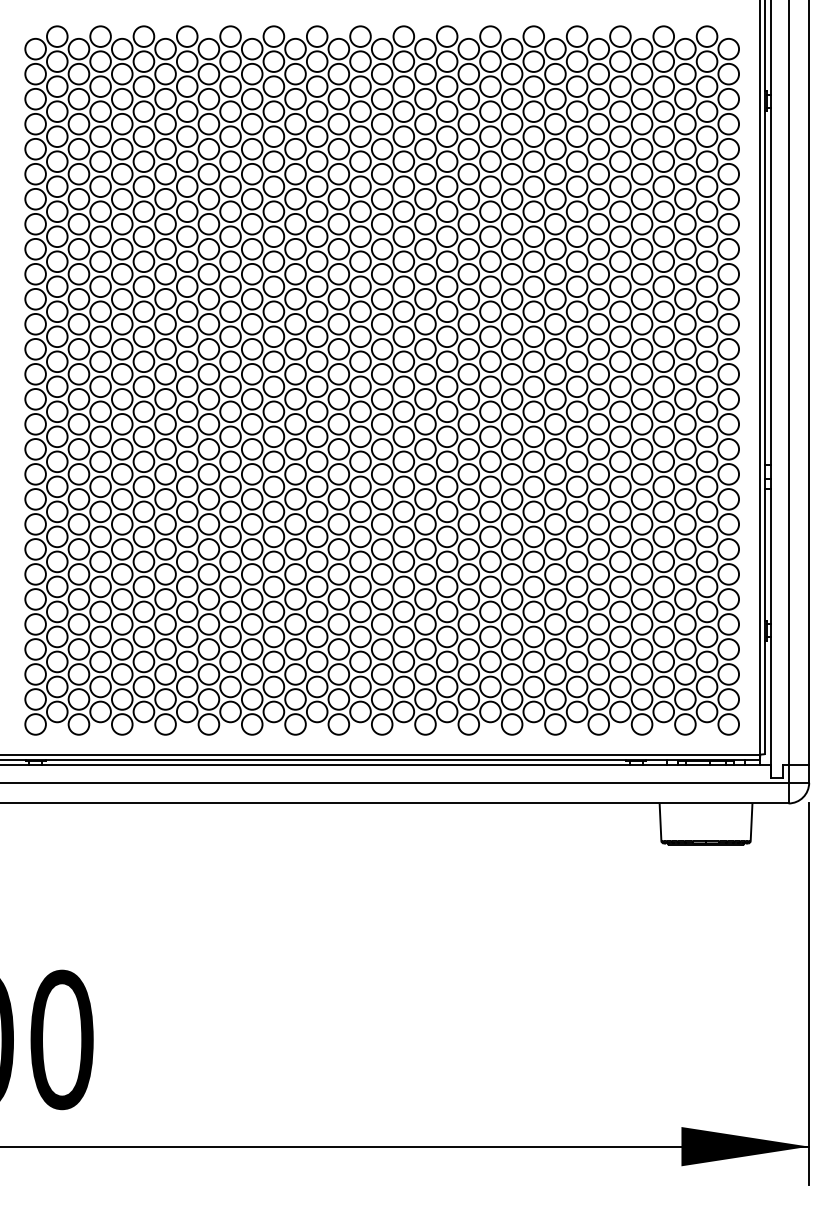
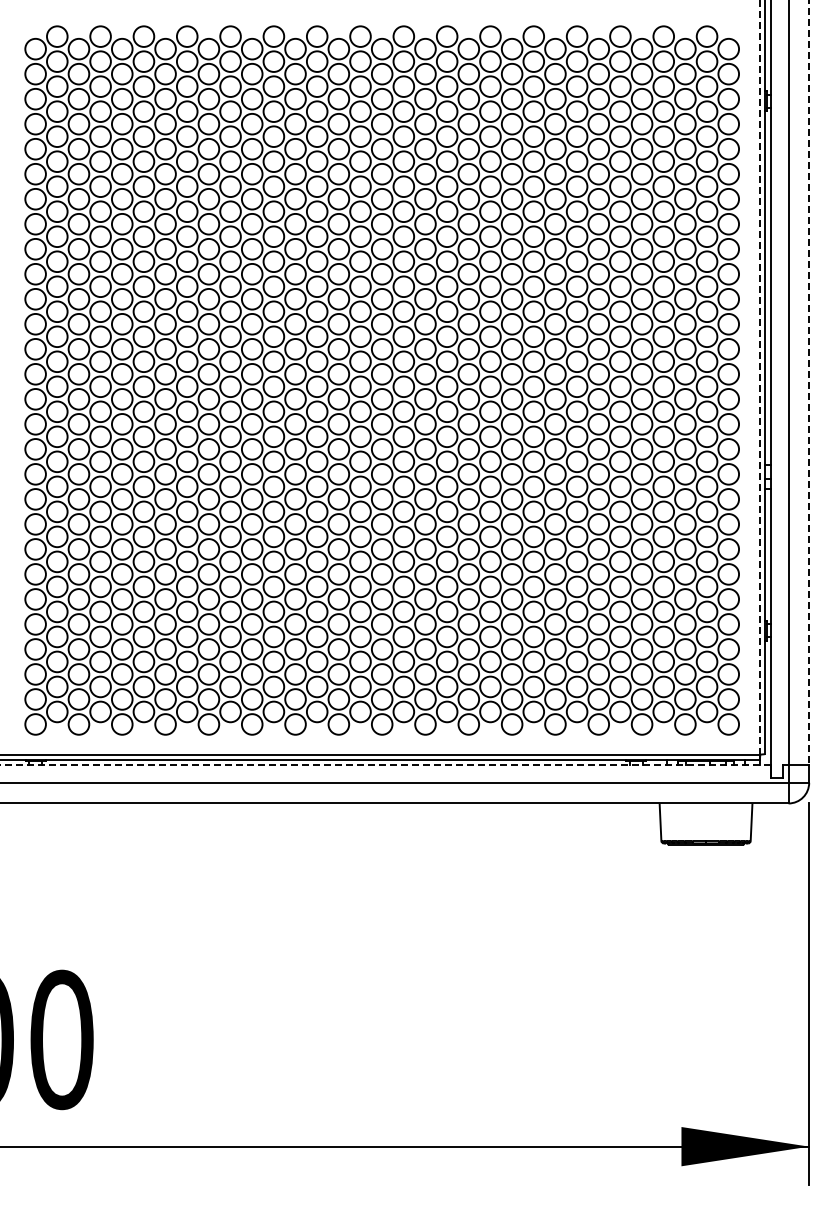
line at (760, 377): solid -> dashed
line at (809, 382): solid -> dashed
line at (385, 764): solid -> dashed
